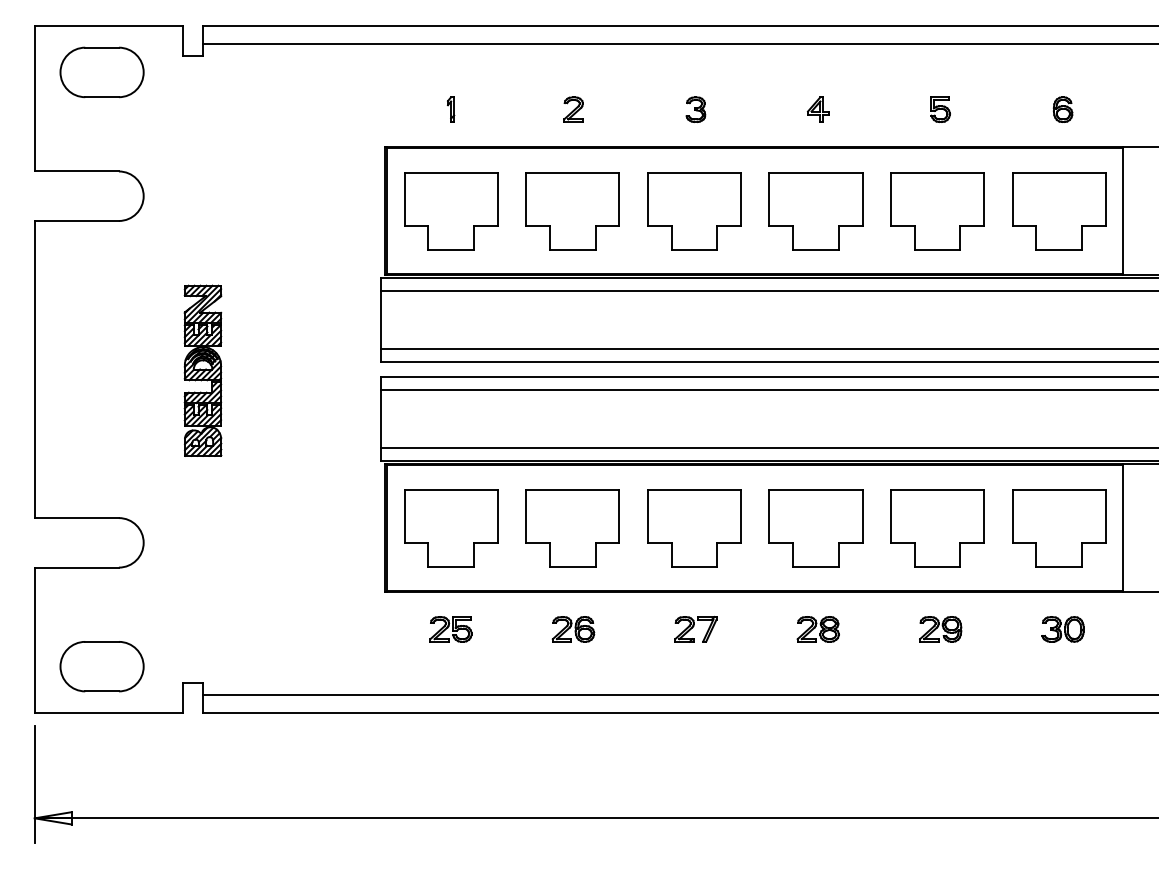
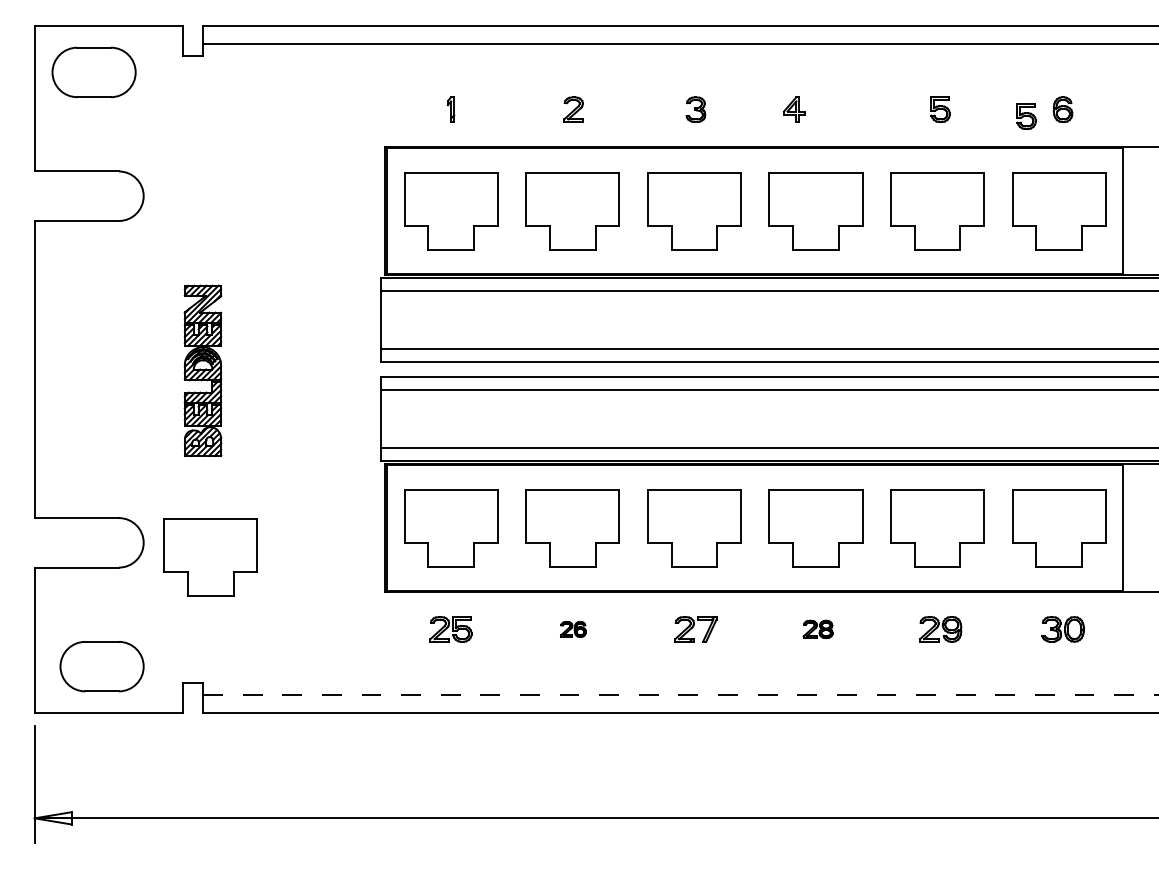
part at (101, 72) position: (101, 72) -> (93, 72)
part at (817, 109) position: (817, 109) -> (793, 109)
part at (1026, 116): none -> present
part at (210, 557): none -> present
part at (573, 629) size: 45x27 px -> 27x17 px
part at (817, 629) size: 44x27 px -> 32x21 px
line at (681, 695): solid -> dashed
